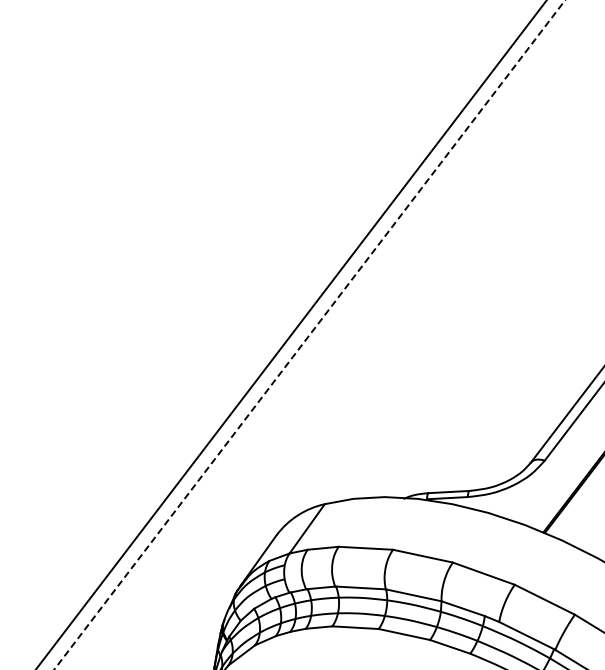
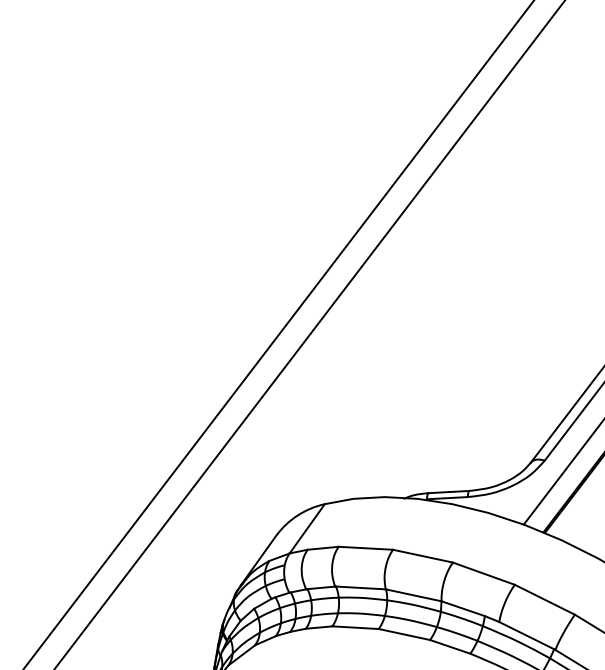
line at (291, 334) position: (291, 334) -> (278, 334)
line at (309, 334): dashed -> solid
line at (562, 473): none -> present
